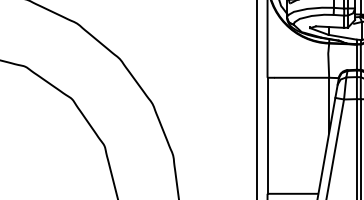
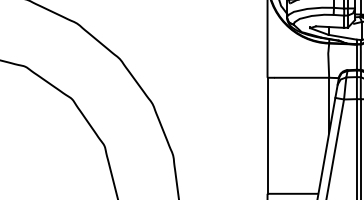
line at (256, 99): present -> none
